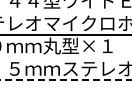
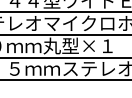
line at (65, 12): none -> present
line at (65, 57): none -> present
line at (65, 80): dashed -> solid
